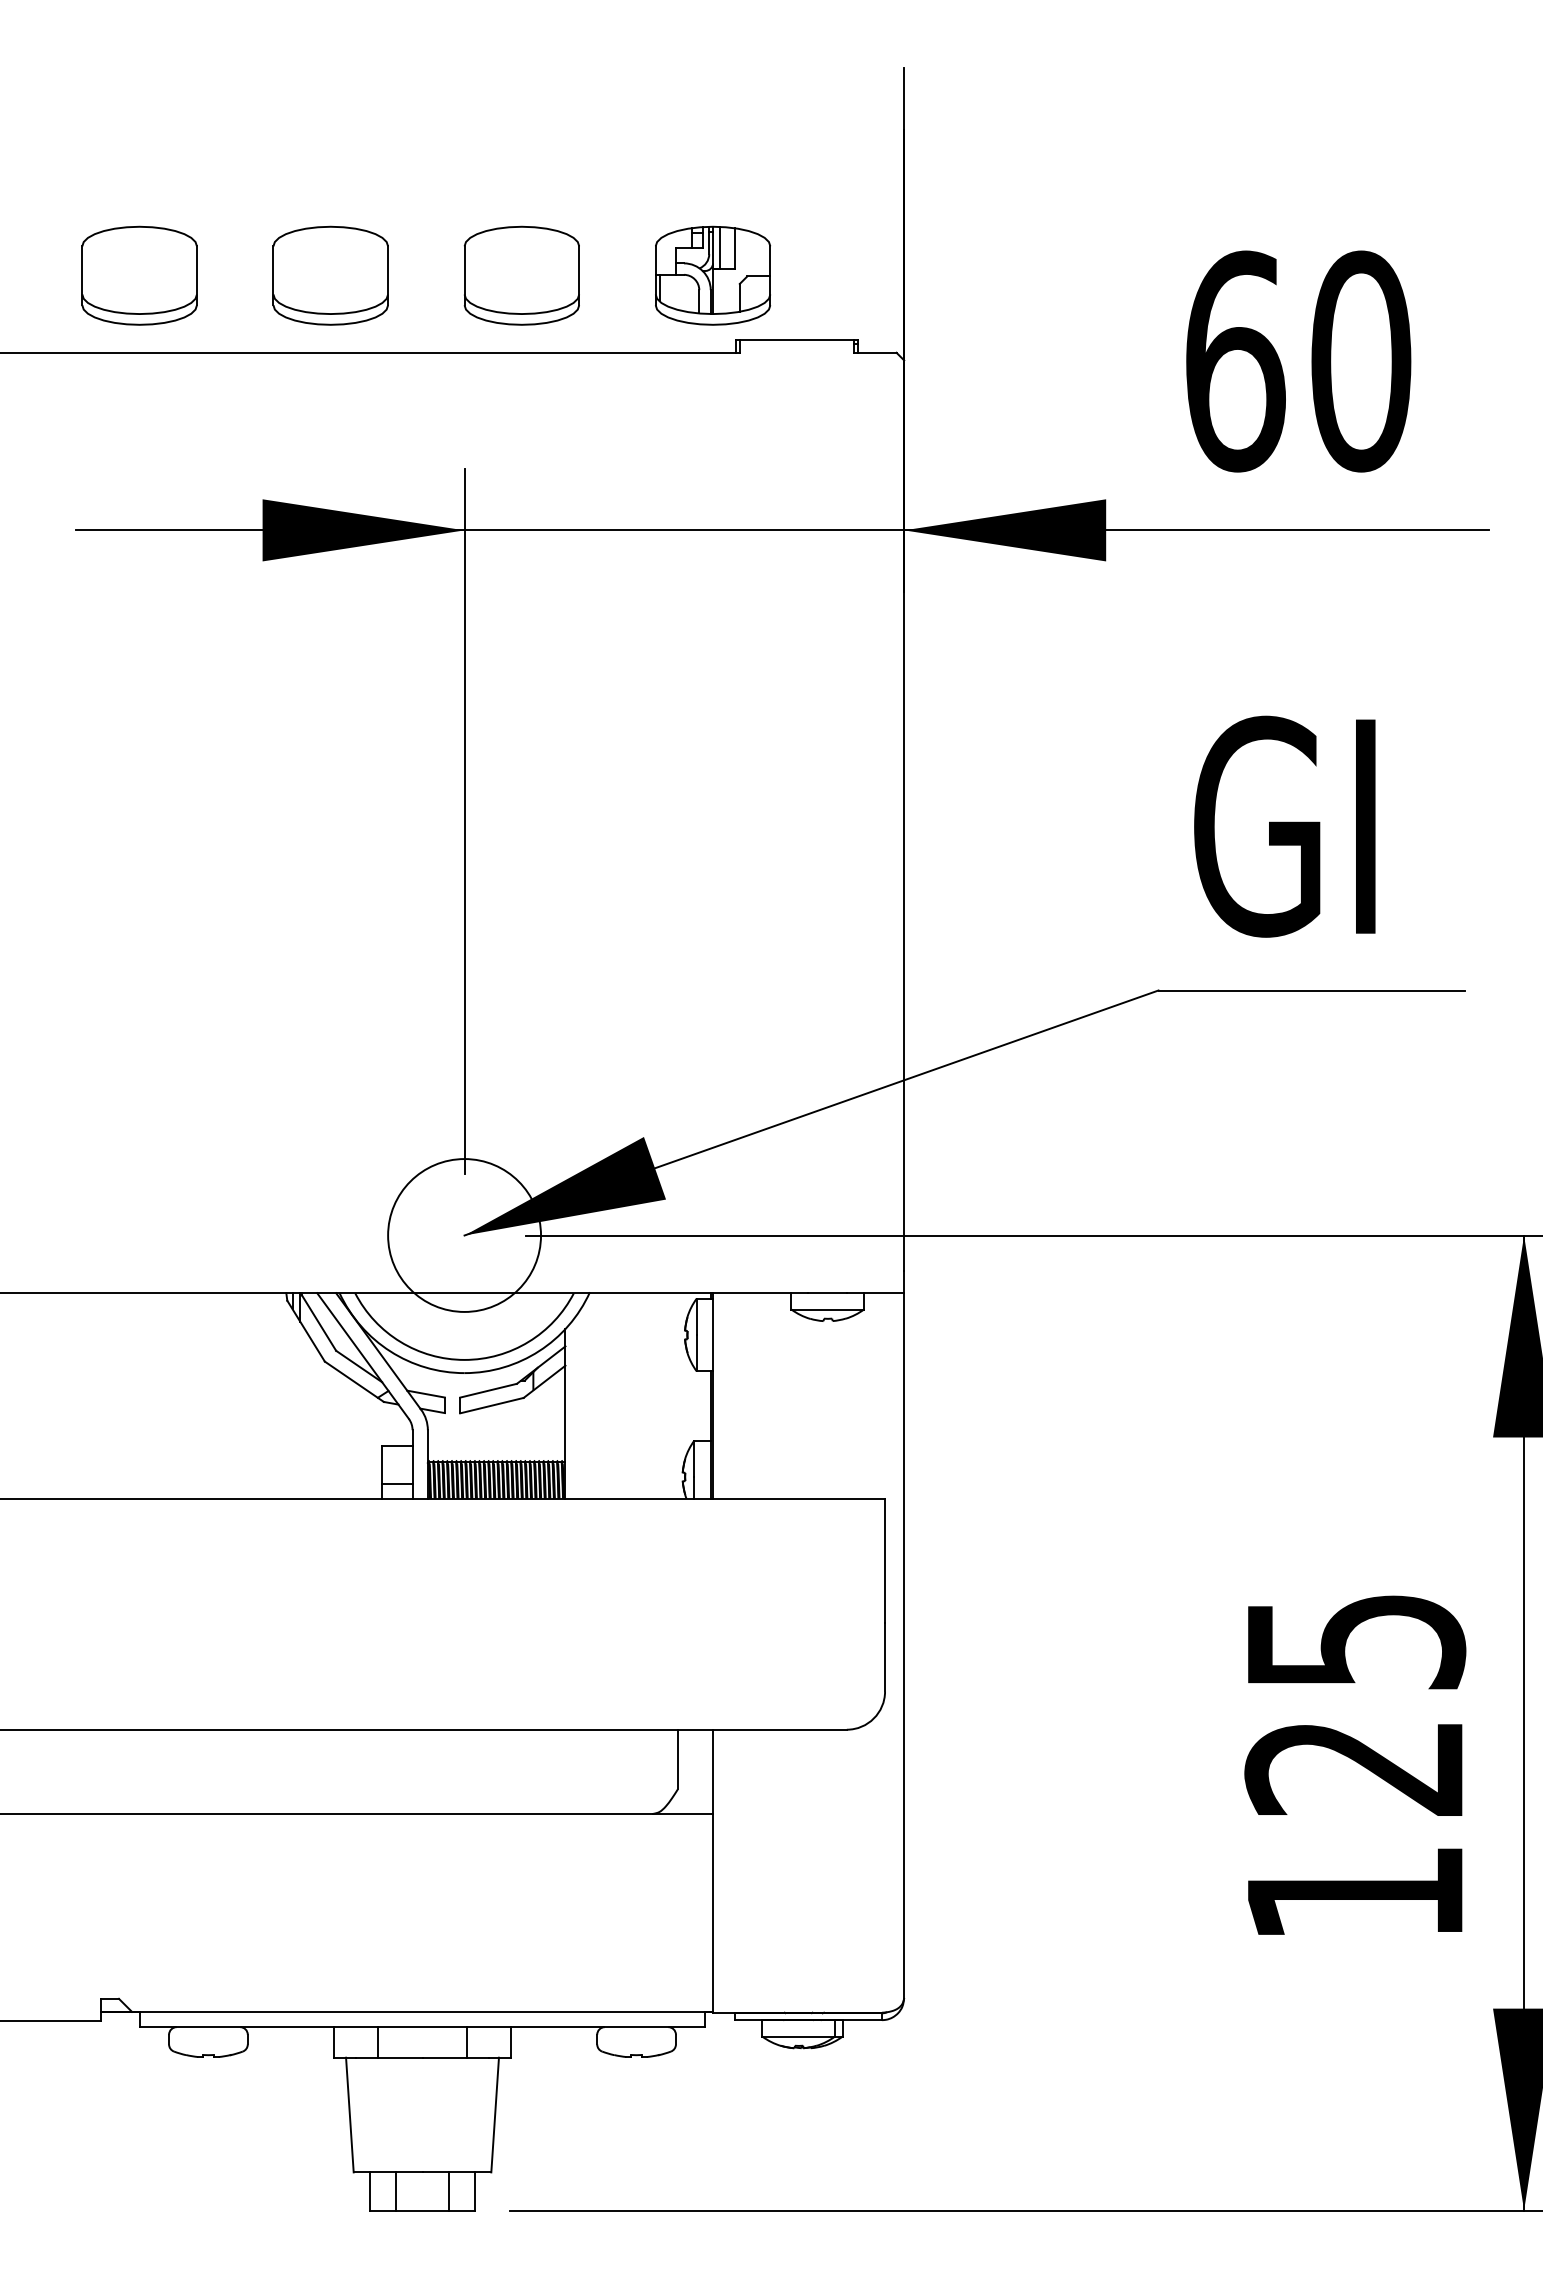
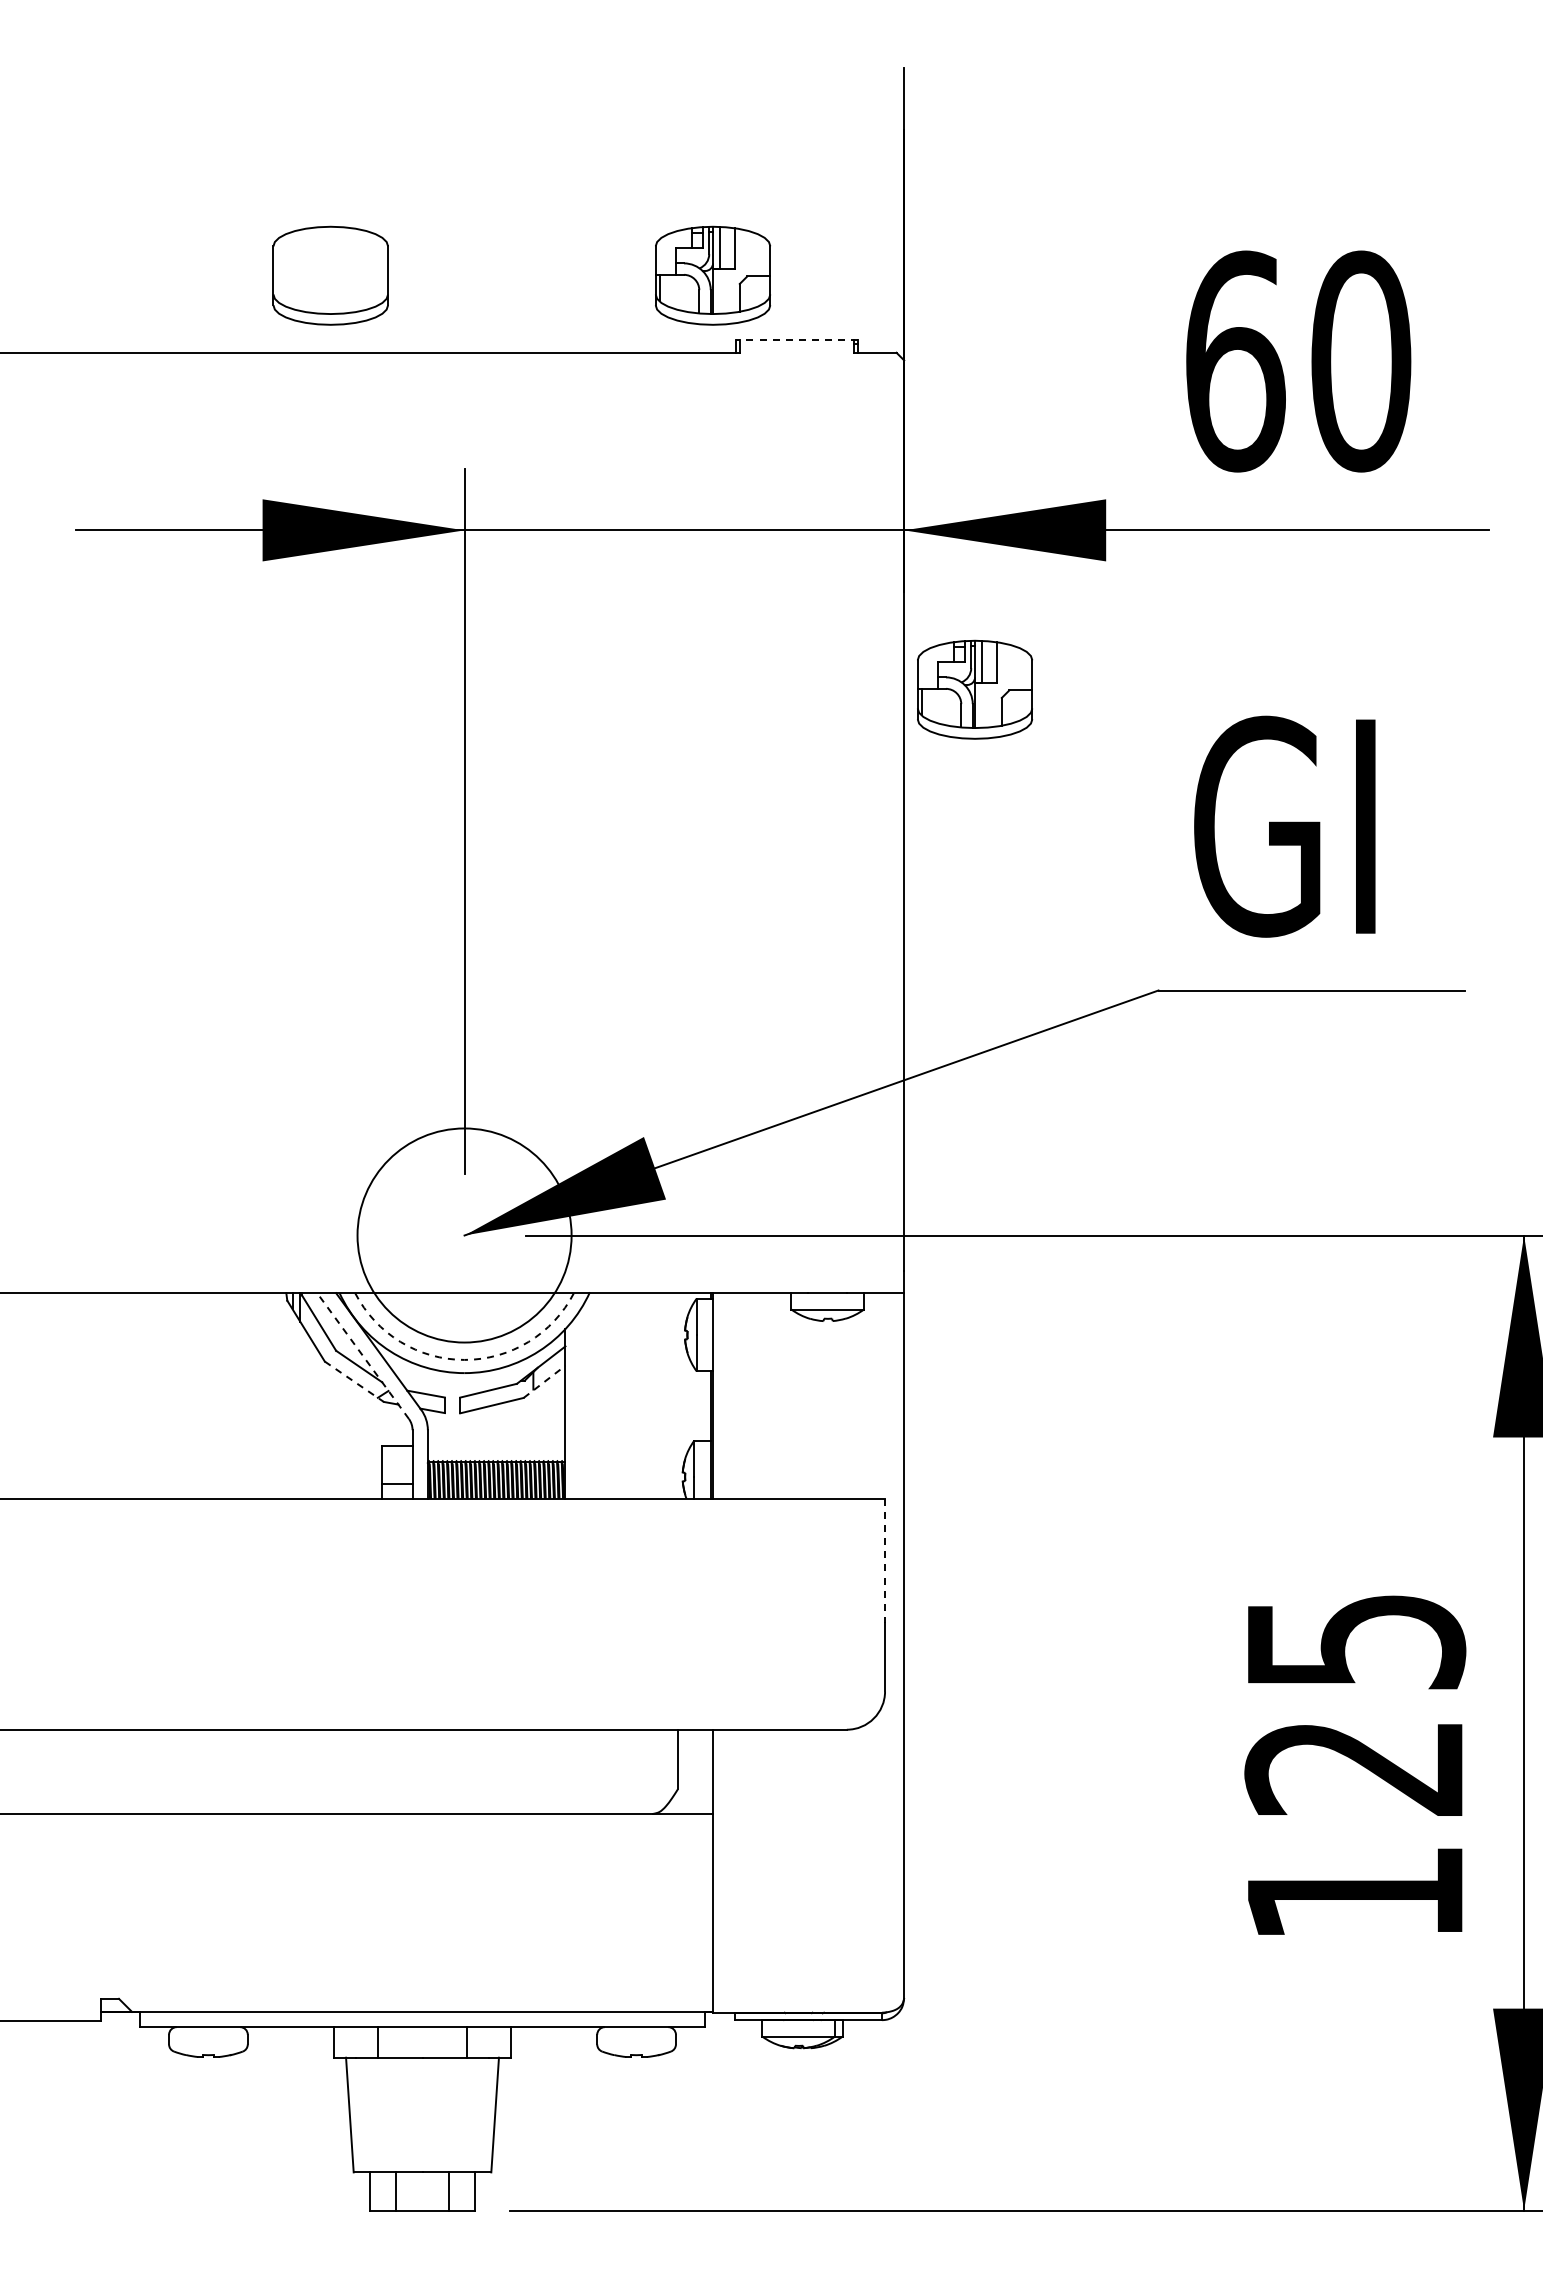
part at (139, 275): present -> none
part at (521, 275): present -> none
line at (796, 339): solid -> dashed
part at (975, 689): none -> present
circle at (464, 1235) diameter: 153 px -> 214 px
line at (363, 1356): solid -> dashed
arc at (464, 1359): solid -> dashed
line at (354, 1381): solid -> dashed
line at (544, 1381): solid -> dashed
line at (885, 1560): solid -> dashed
